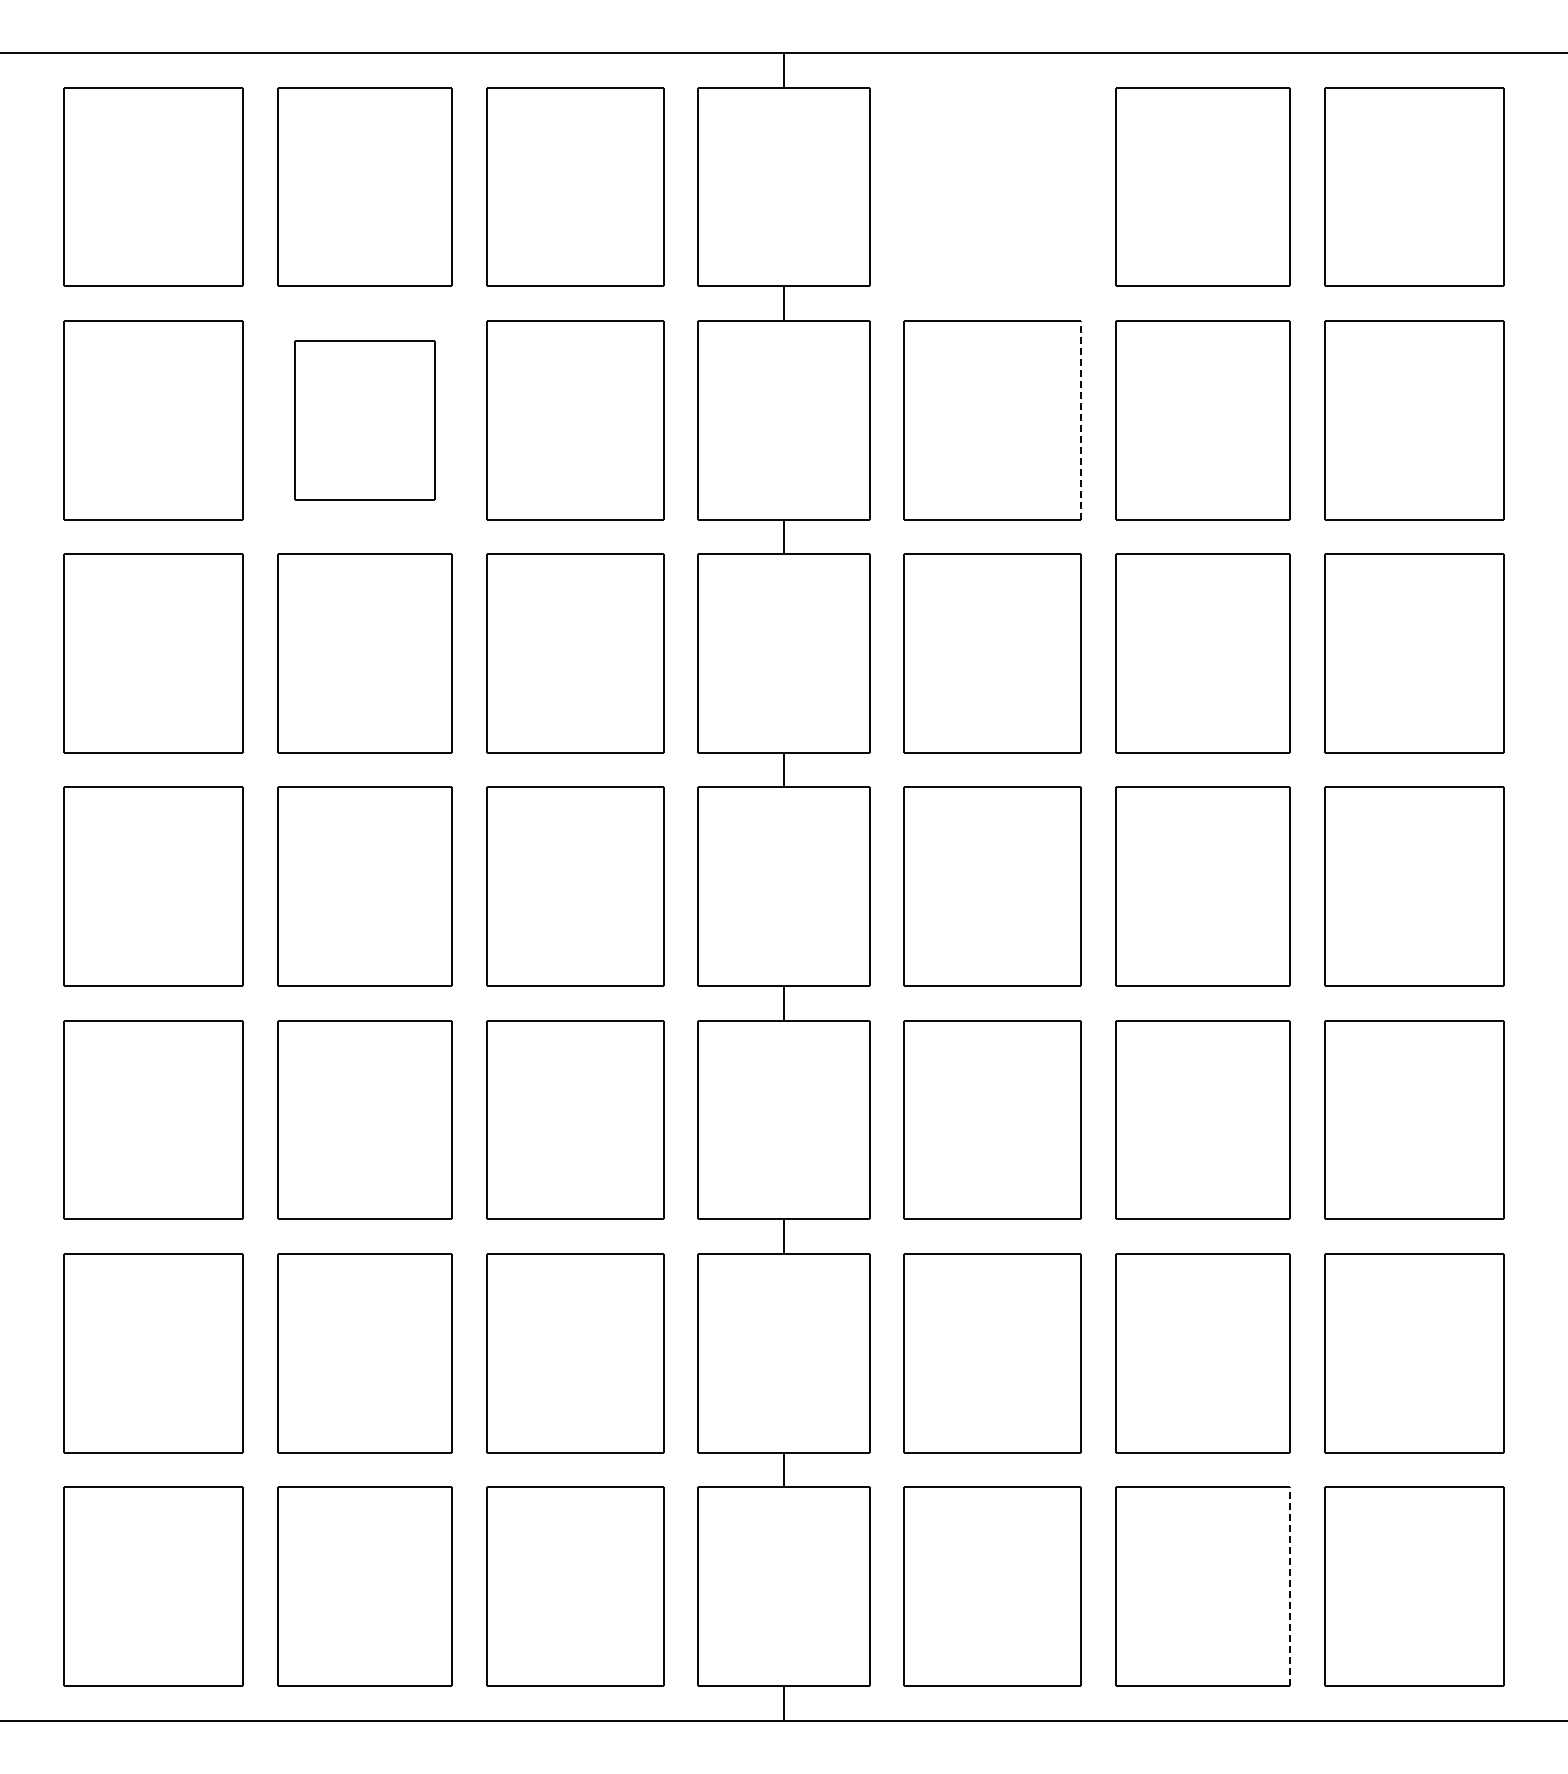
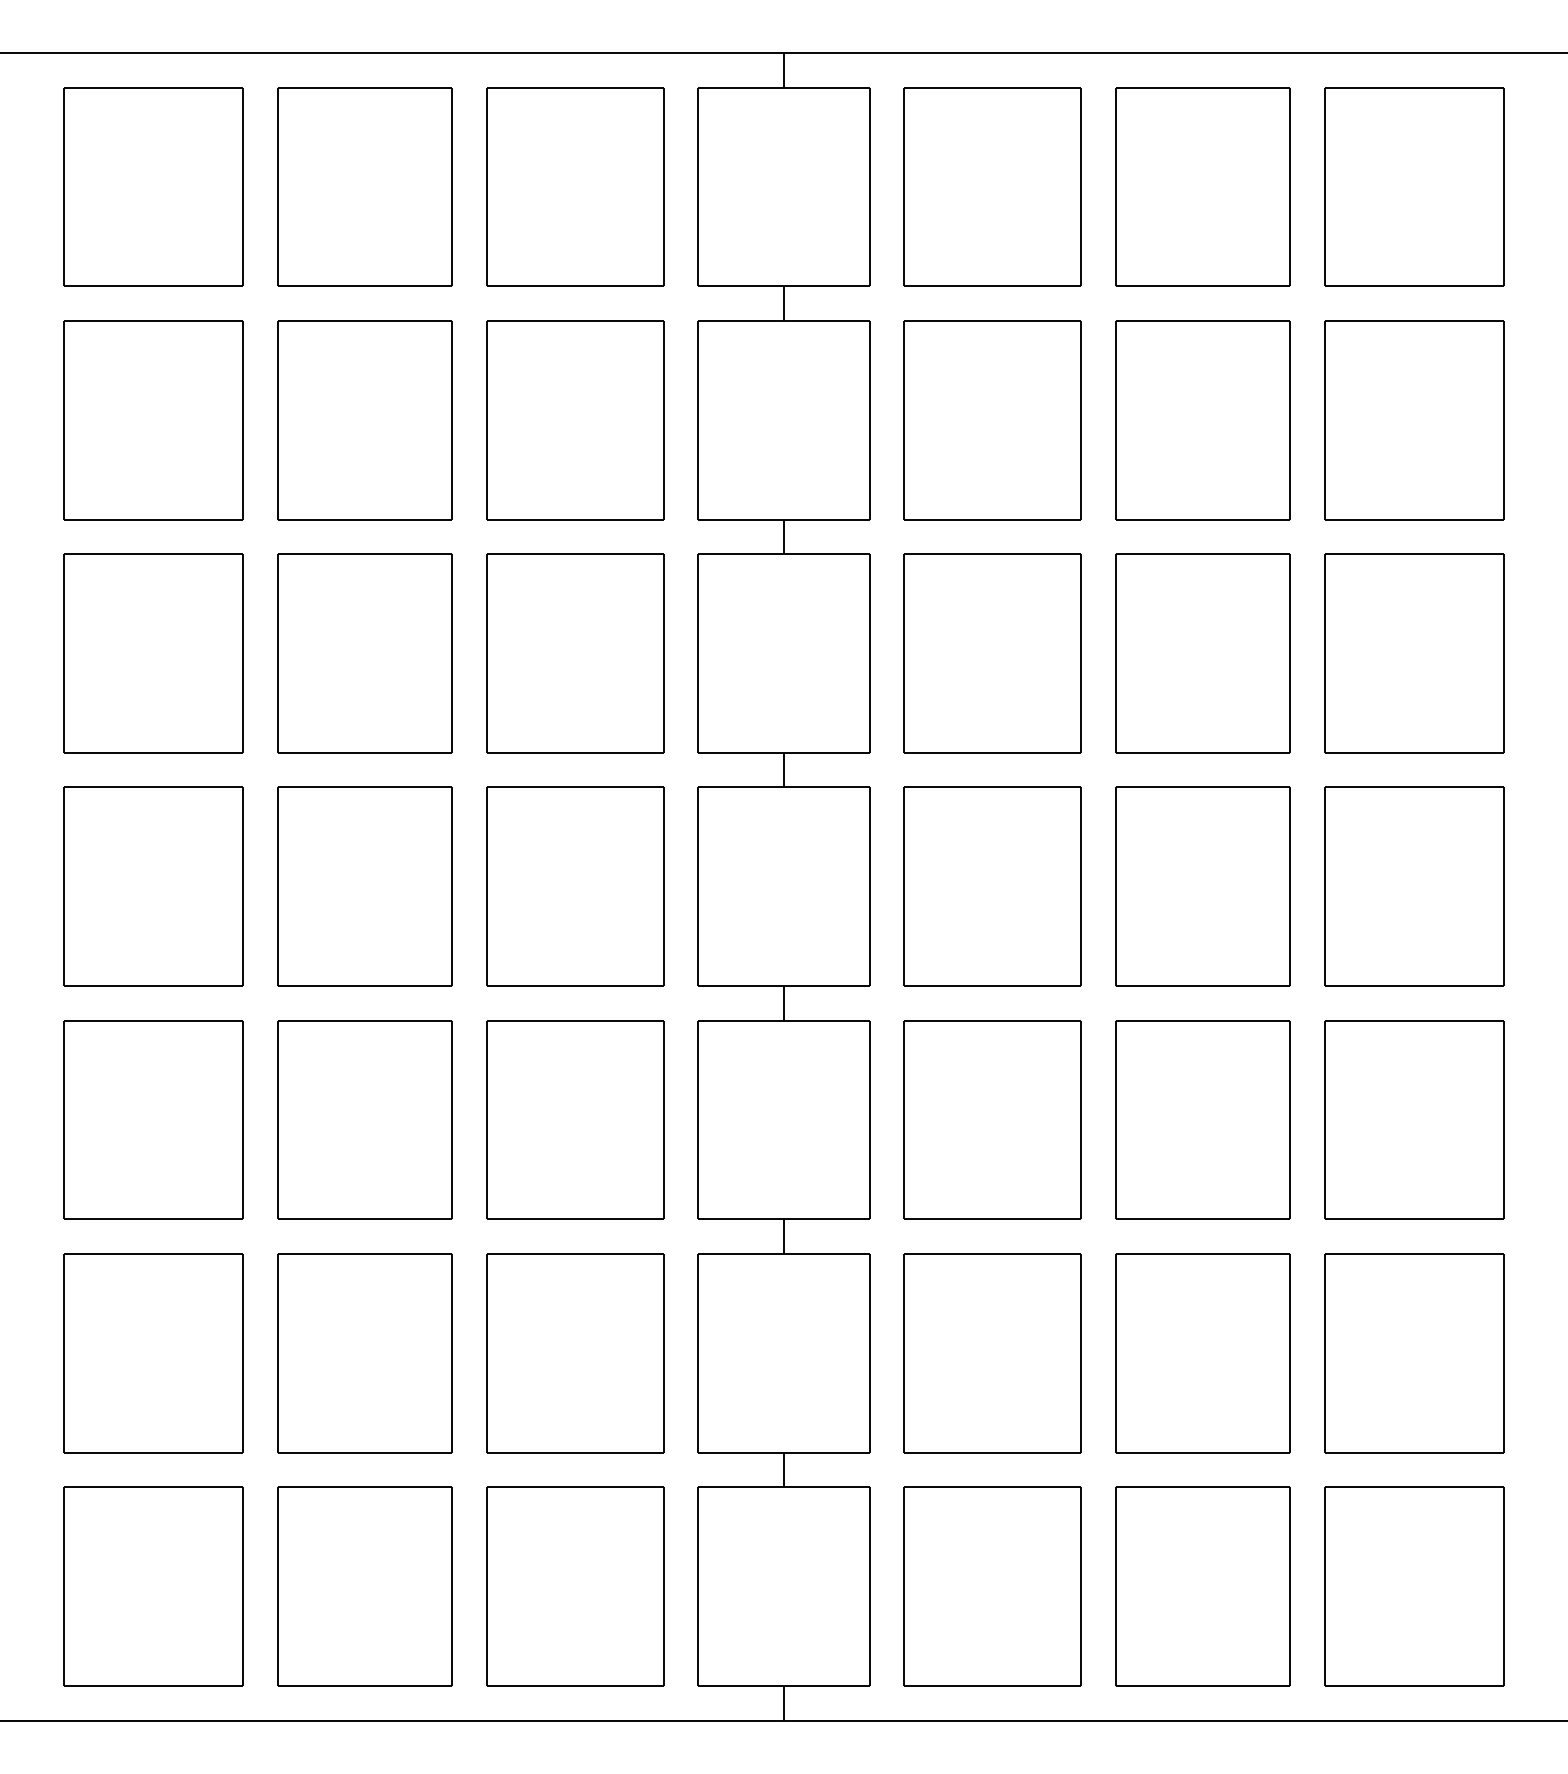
part at (992, 186): none -> present
line at (1081, 419): dashed -> solid
part at (364, 420) size: 142x161 px -> 176x201 px
line at (1290, 1586): dashed -> solid
